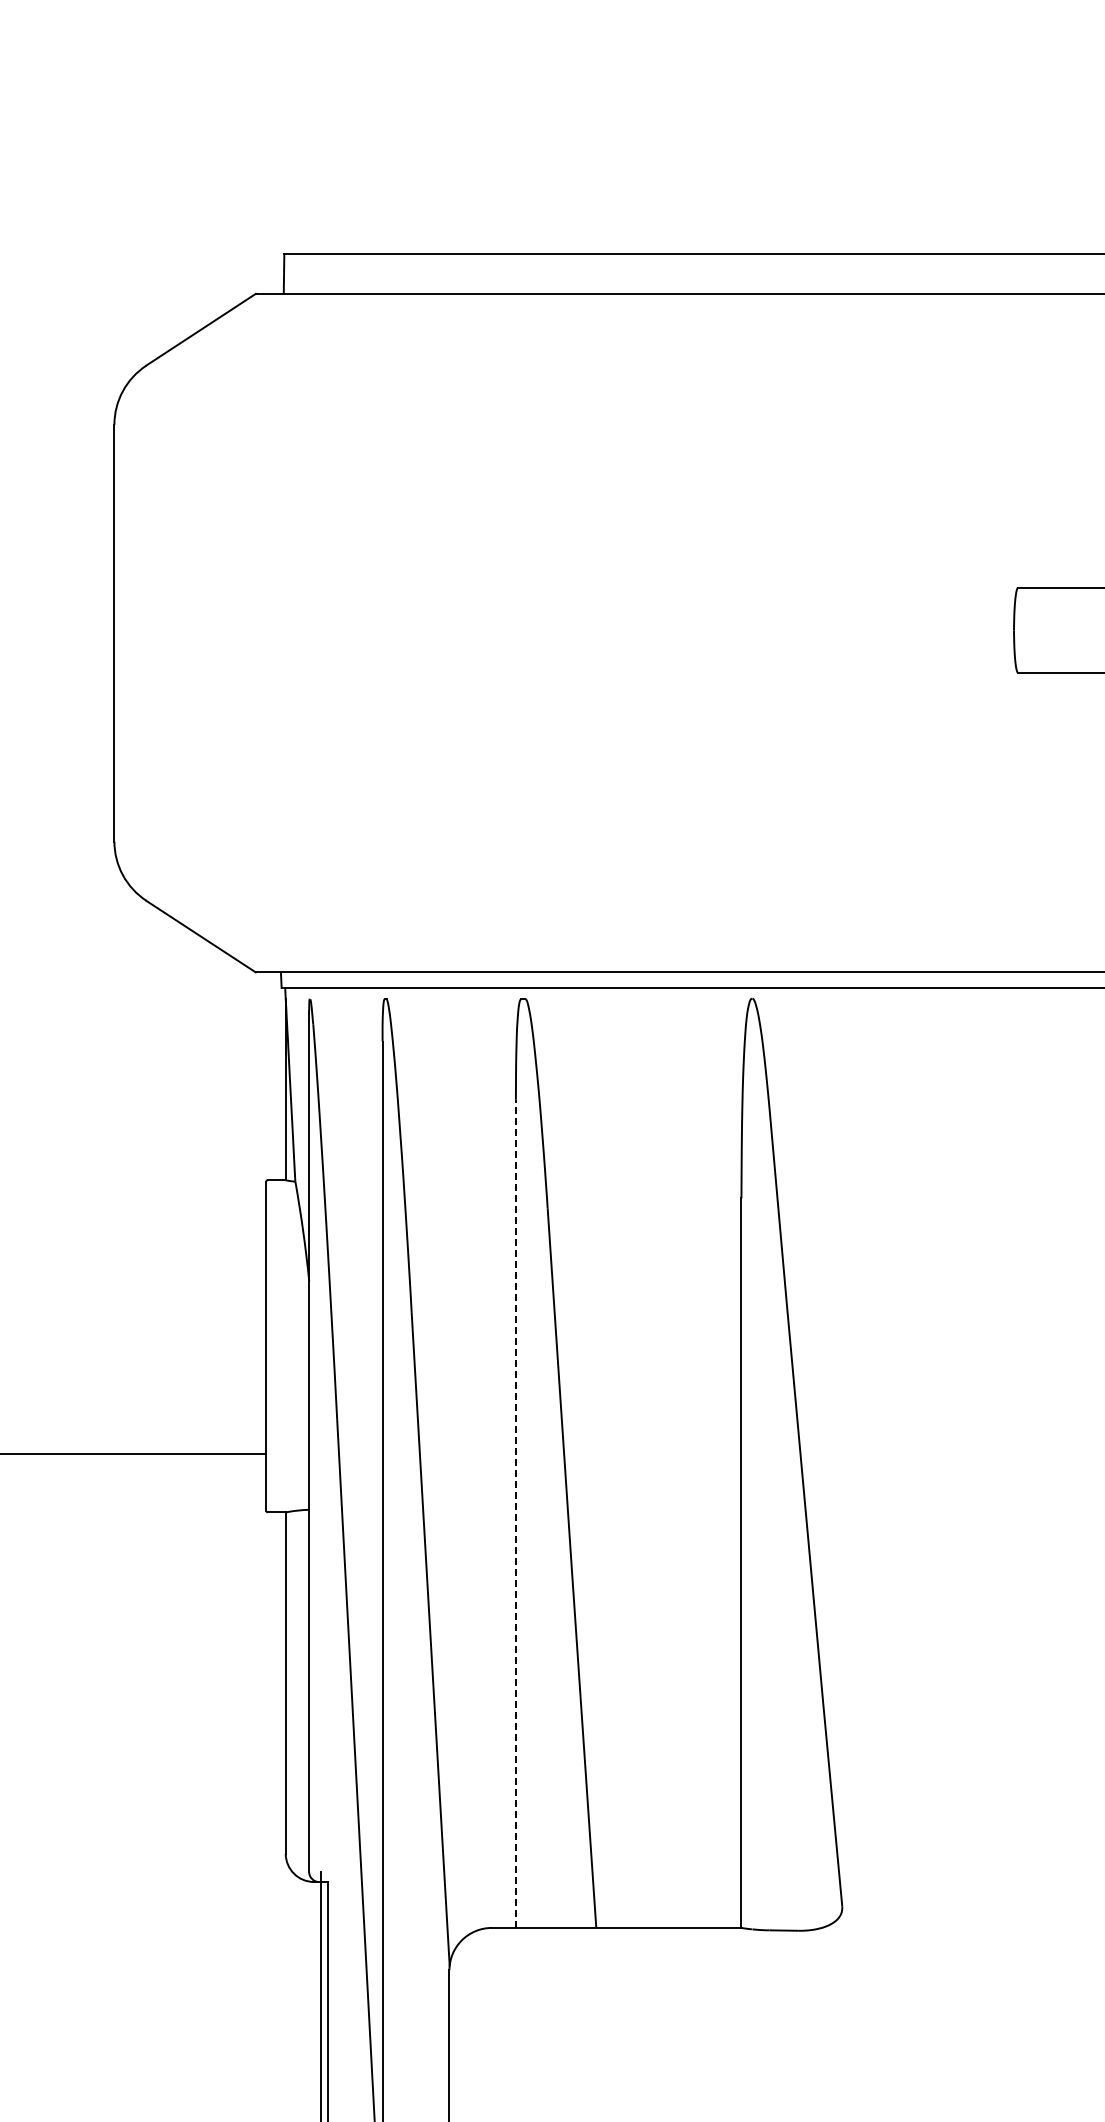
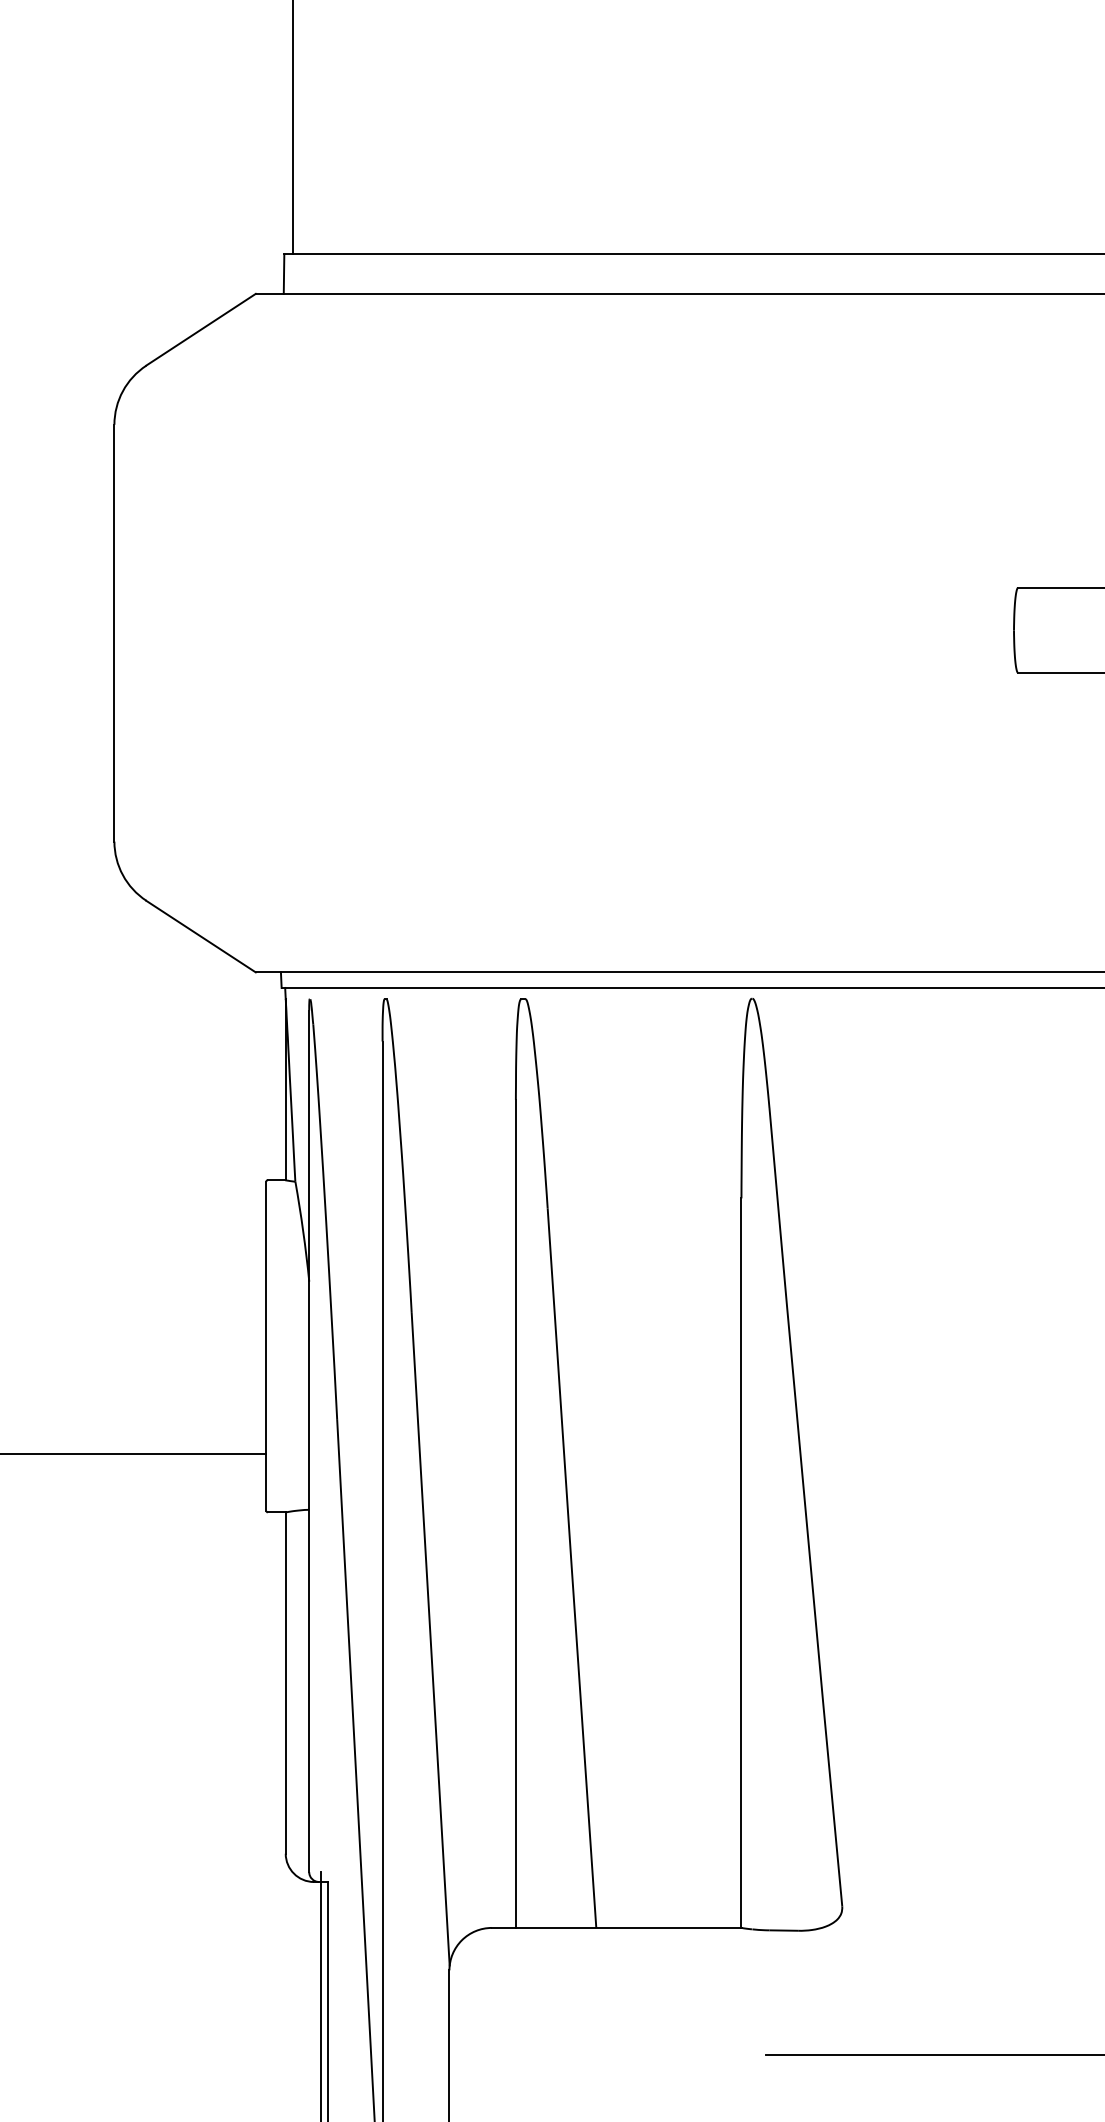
line at (293, 128): none -> present
line at (515, 1513): dashed -> solid
line at (933, 2055): none -> present
